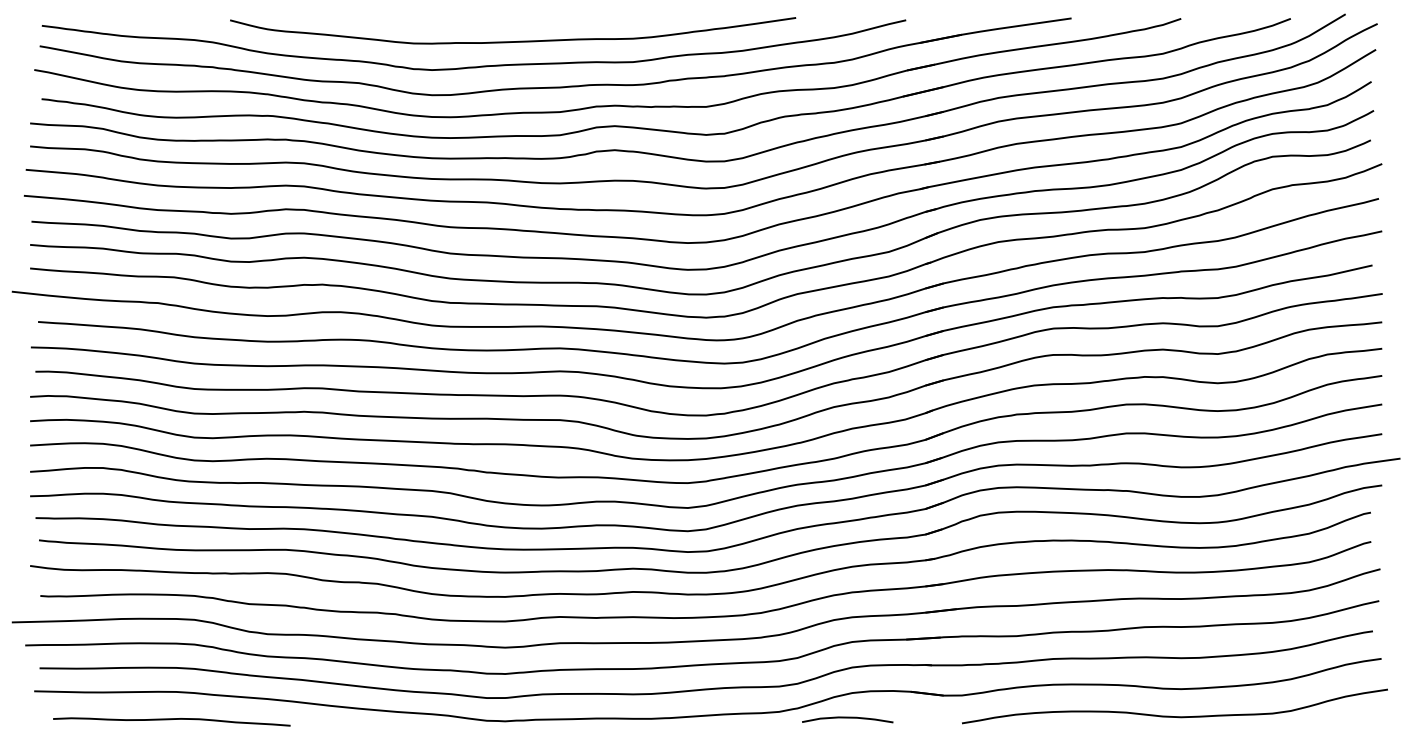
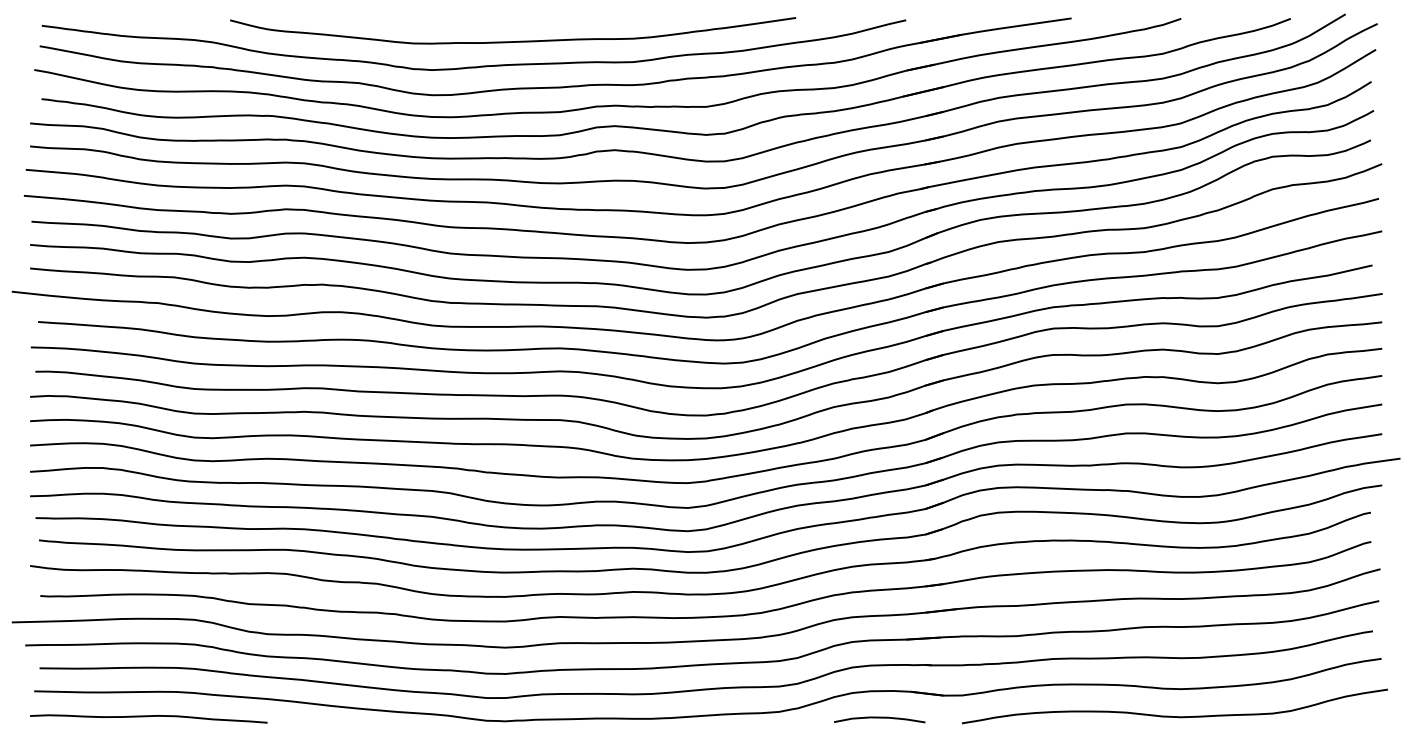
curve at (847, 718) position: (847, 718) -> (879, 718)
curve at (170, 720) position: (170, 720) -> (147, 717)
